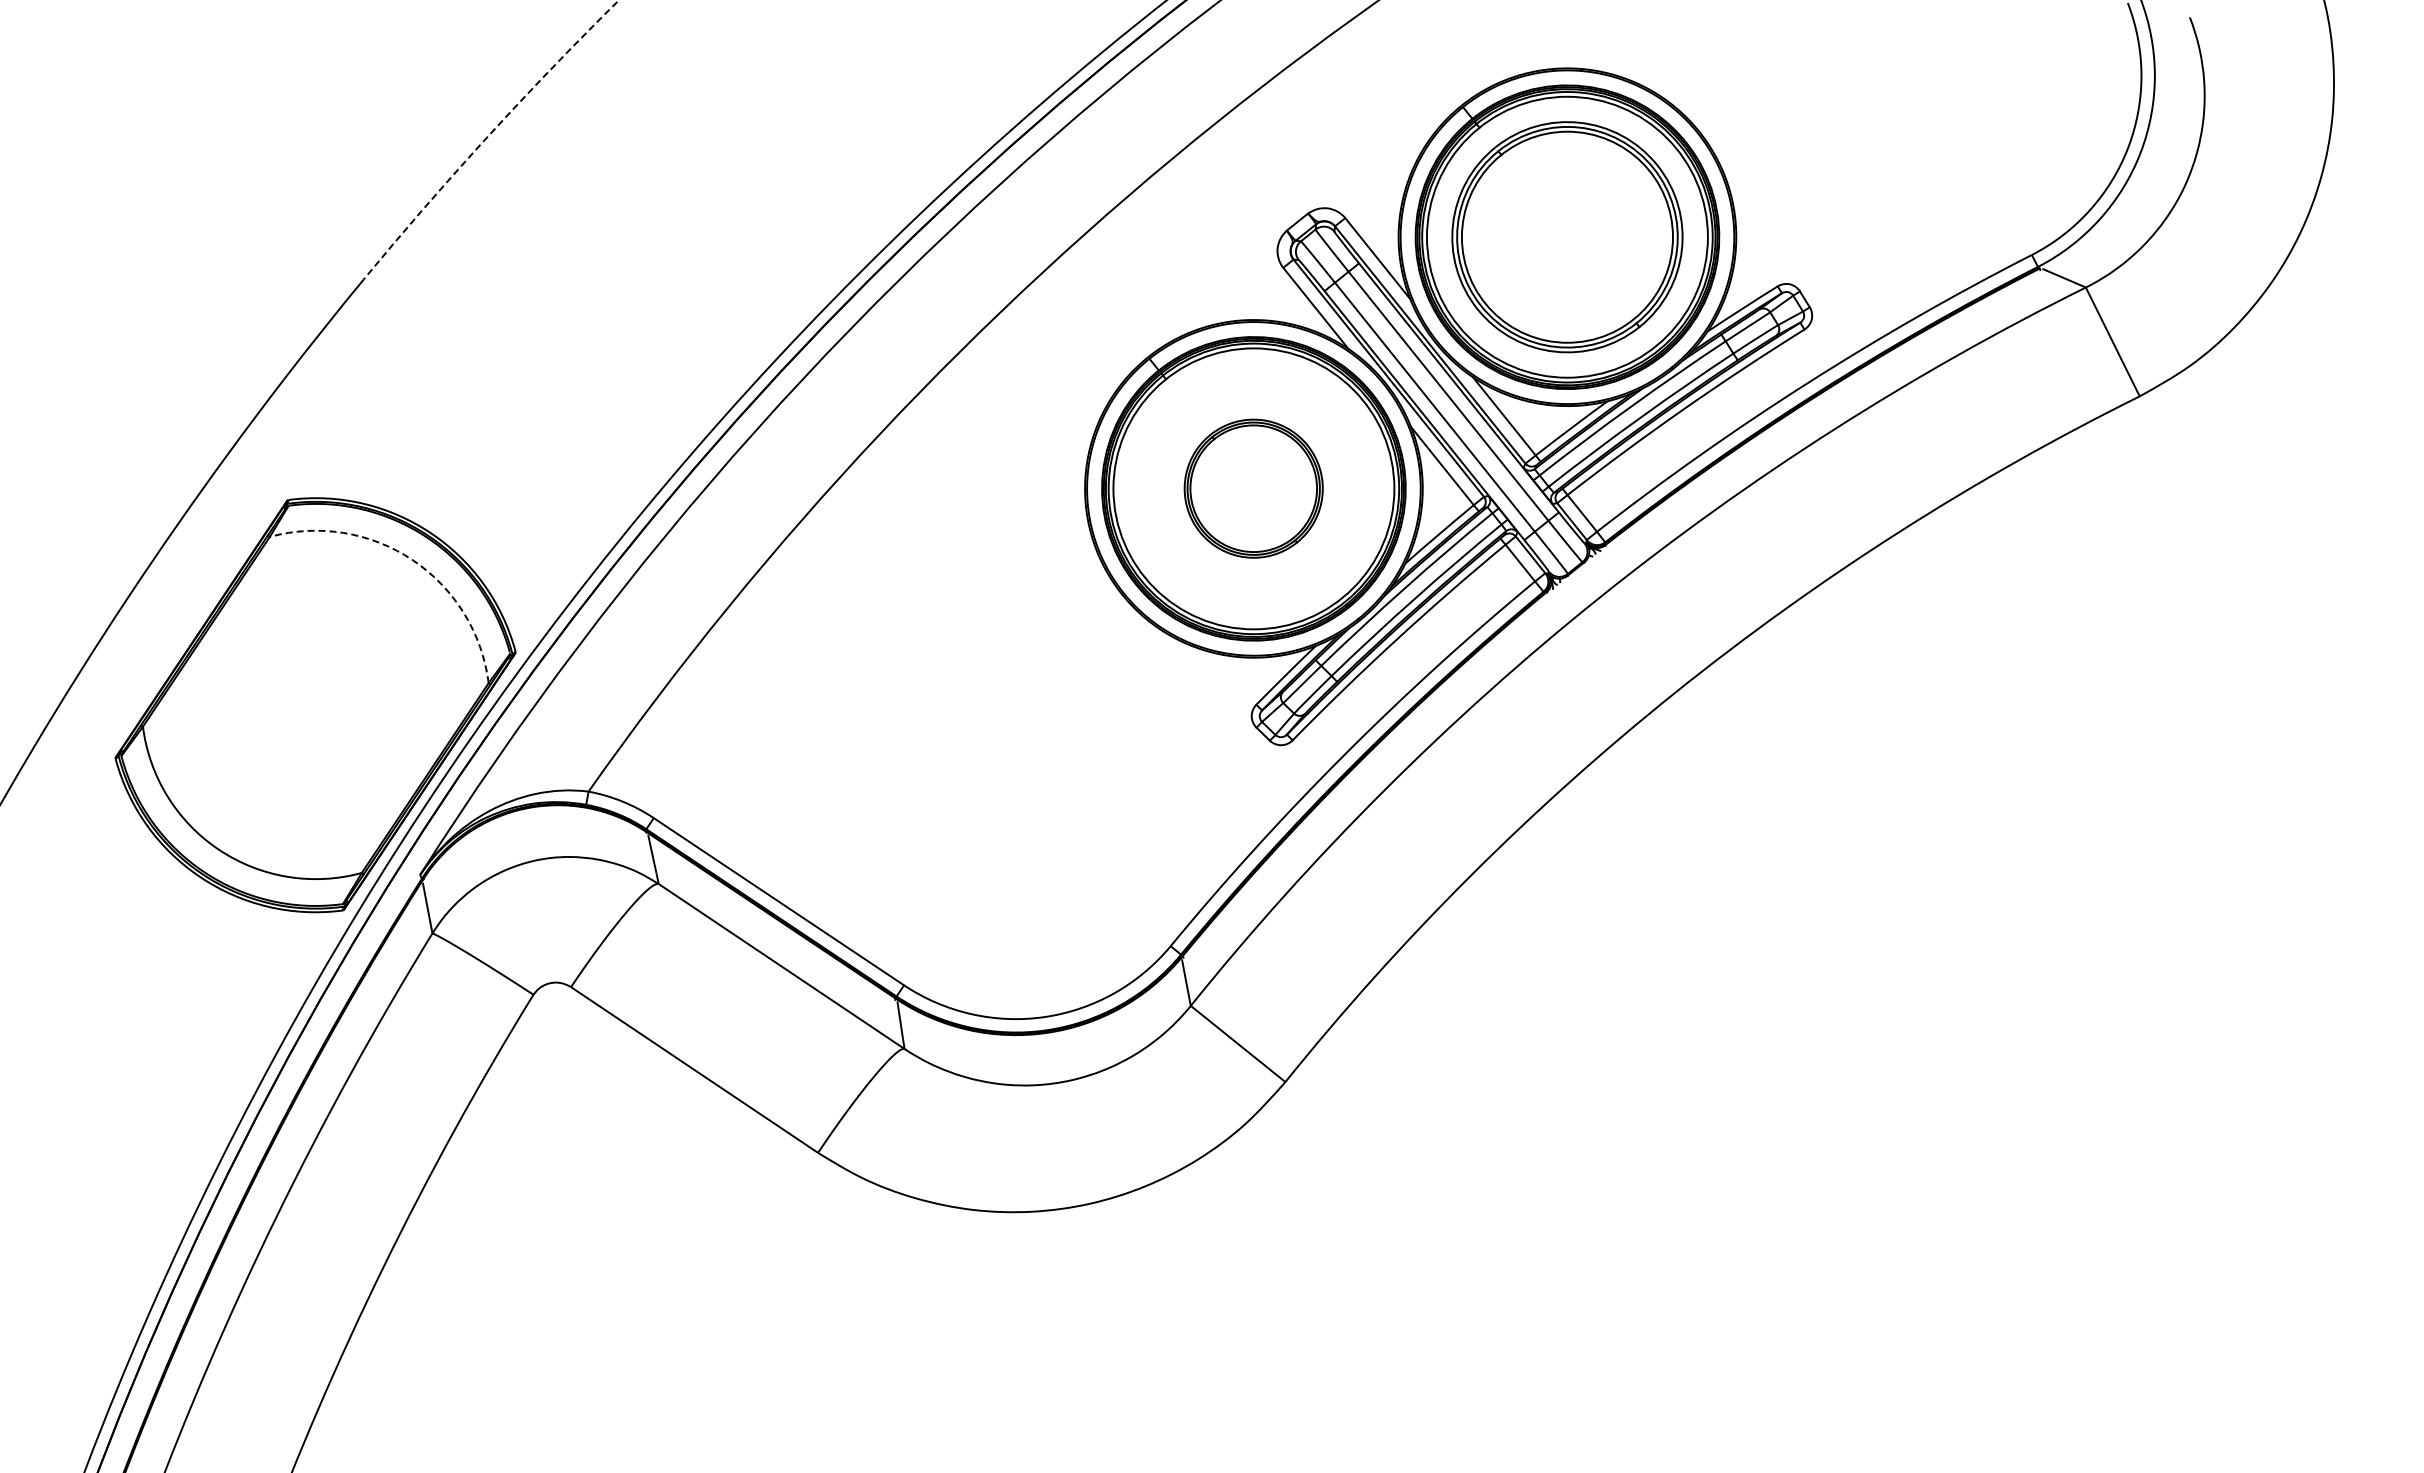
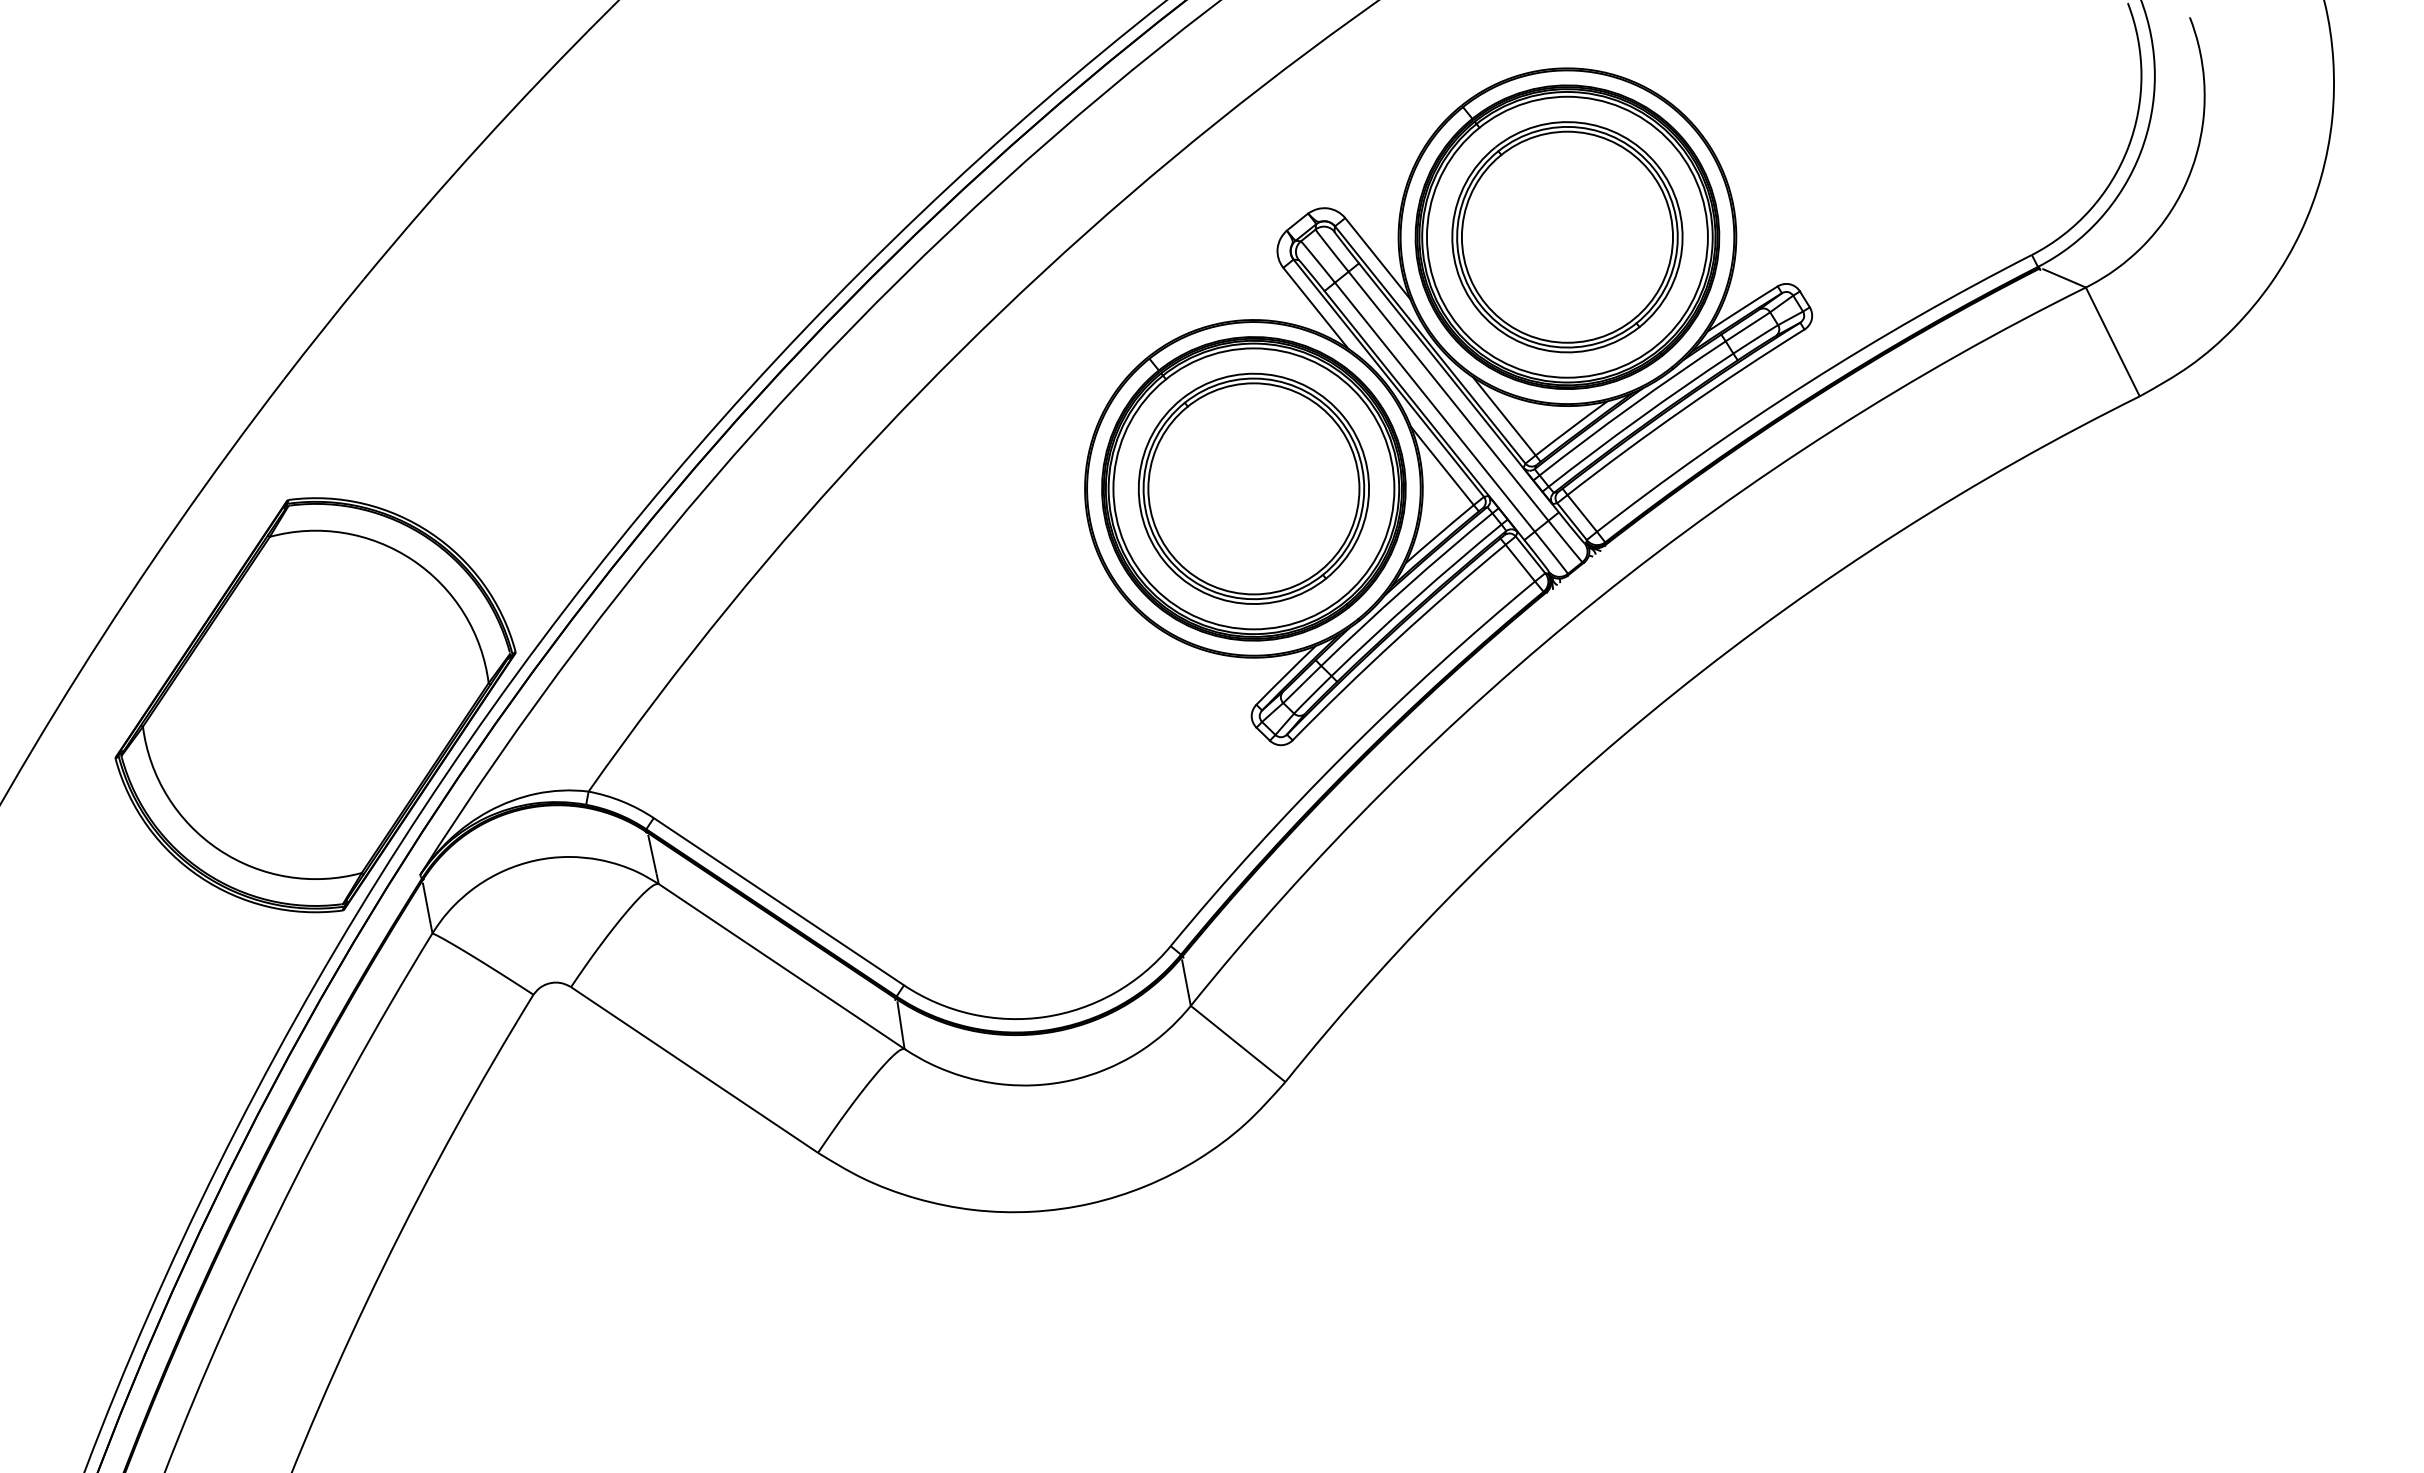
arc at (487, 136): dashed -> solid
part at (1253, 488) size: 141x141 px -> 233x233 px
arc at (412, 560): dashed -> solid
